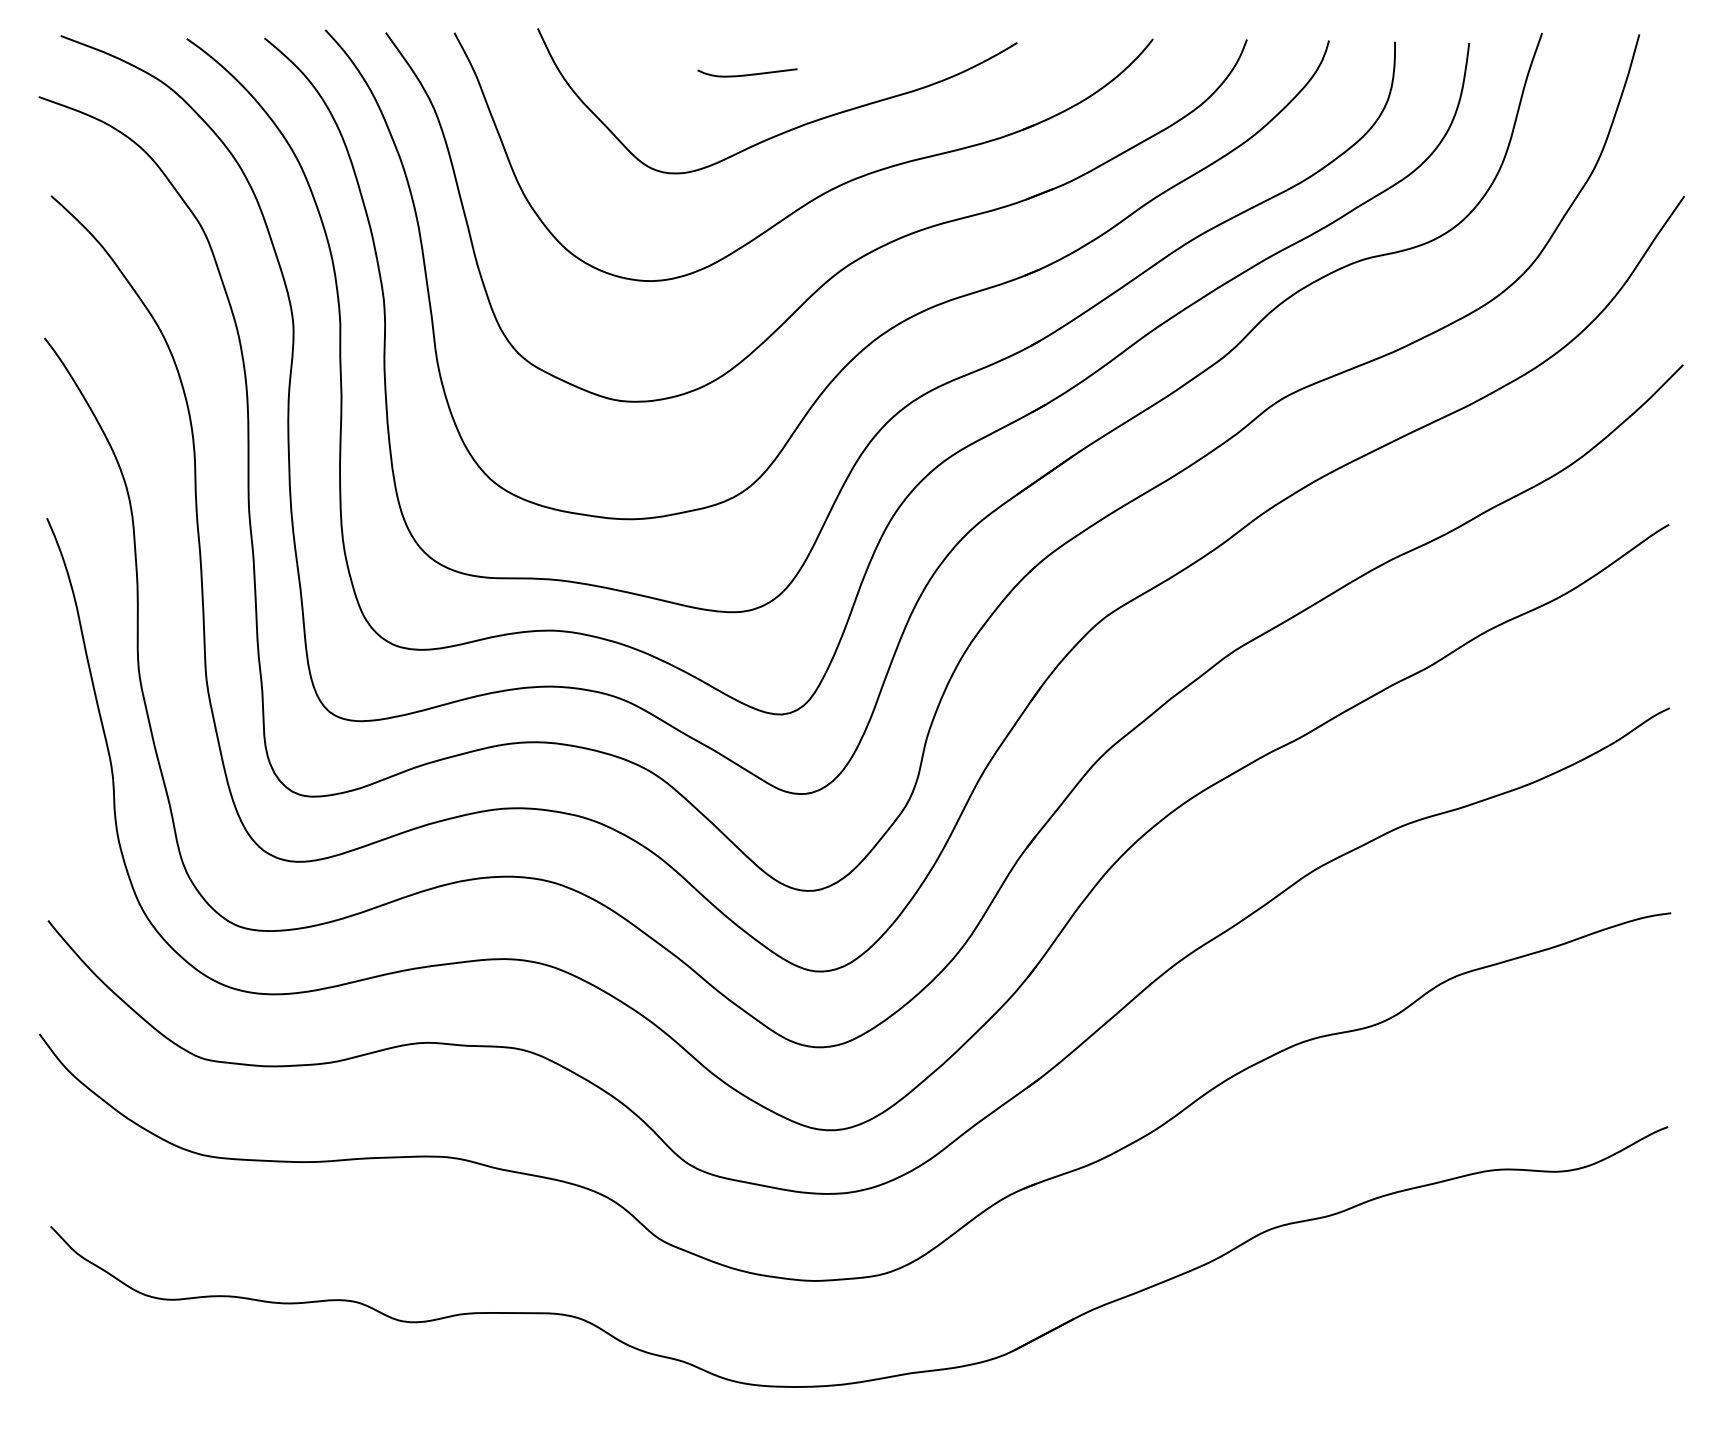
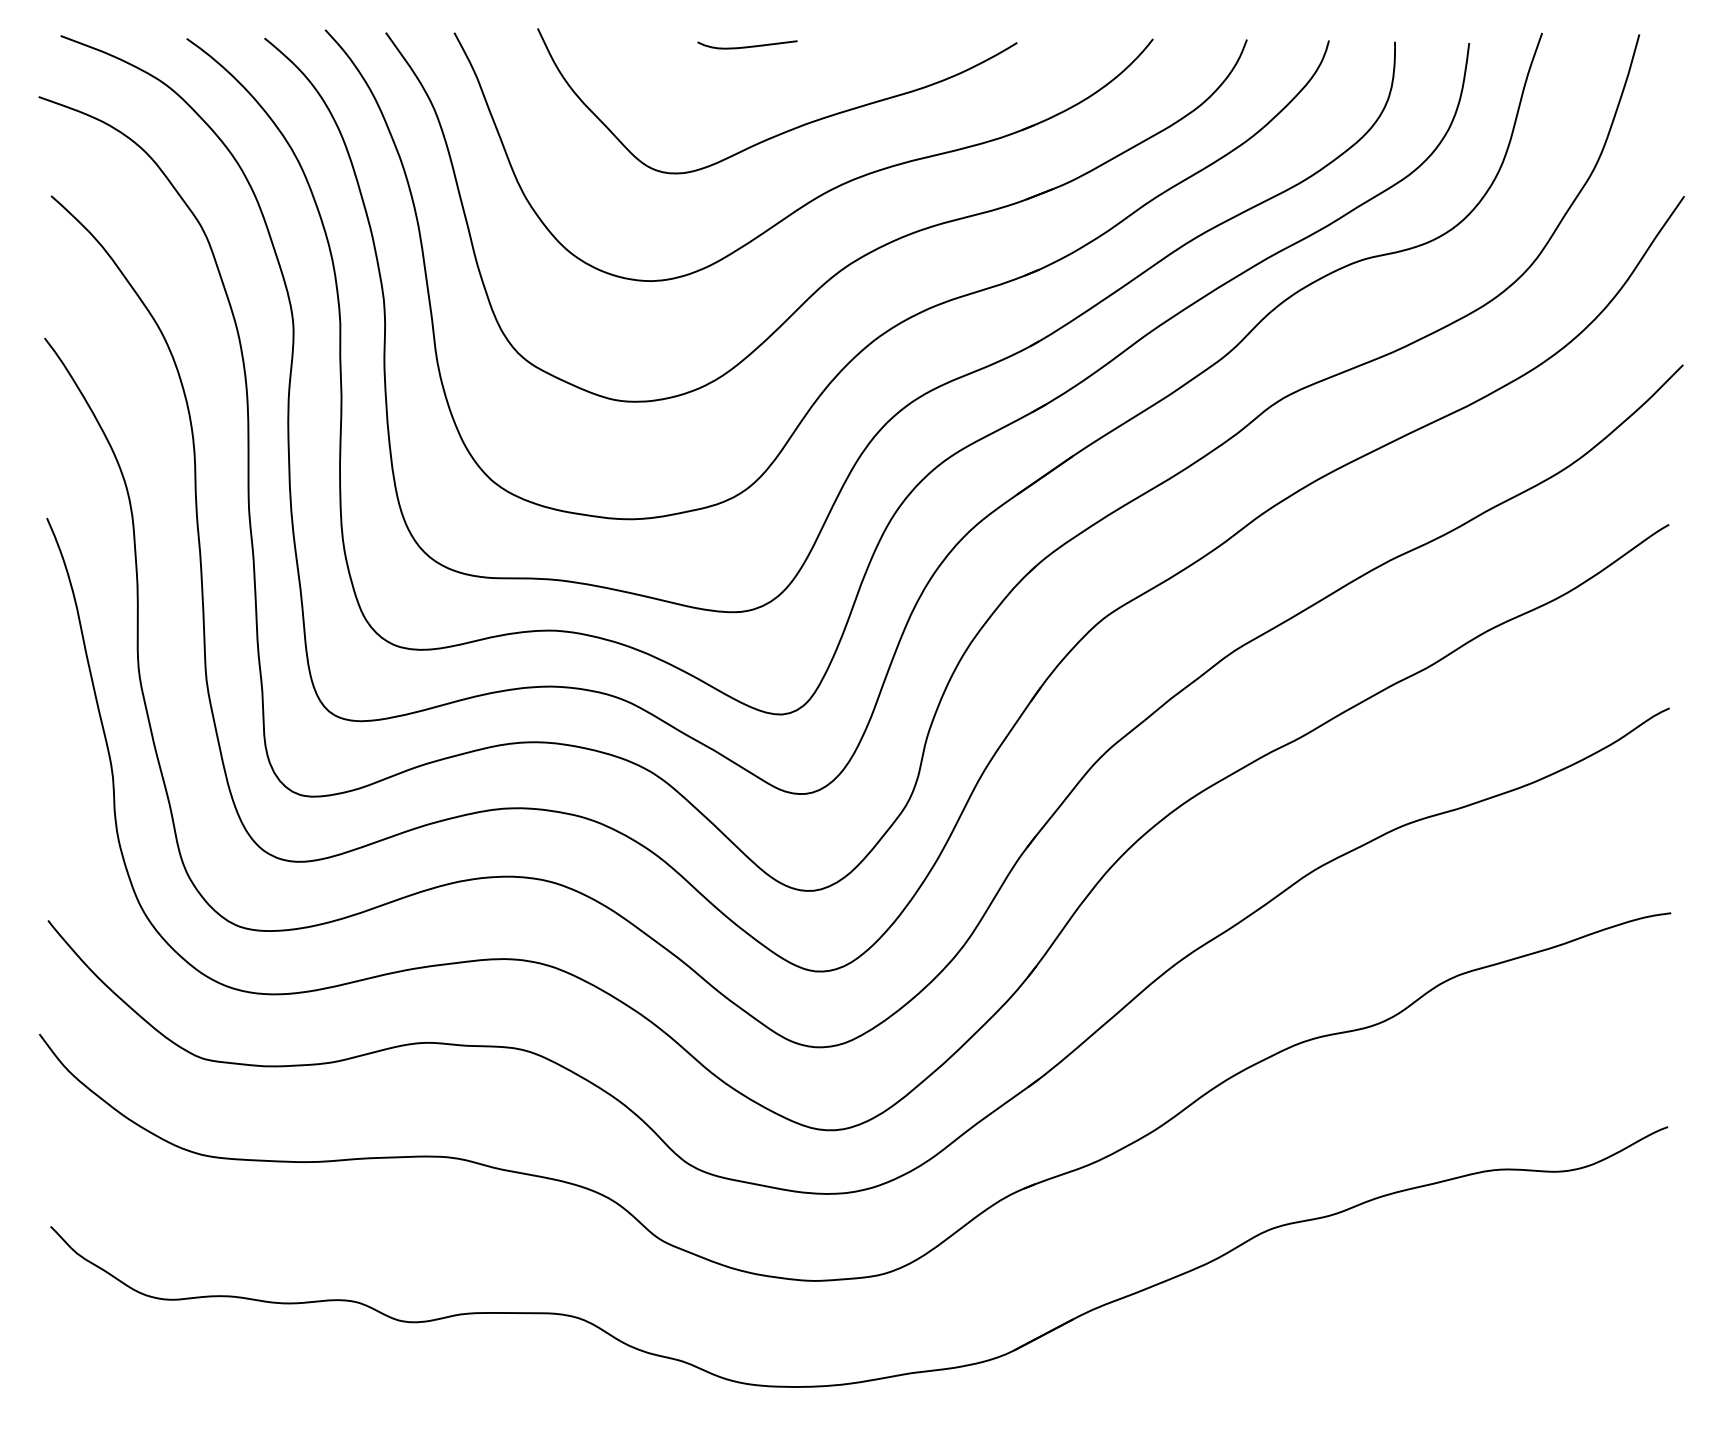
curve at (747, 74) position: (747, 74) -> (747, 46)
